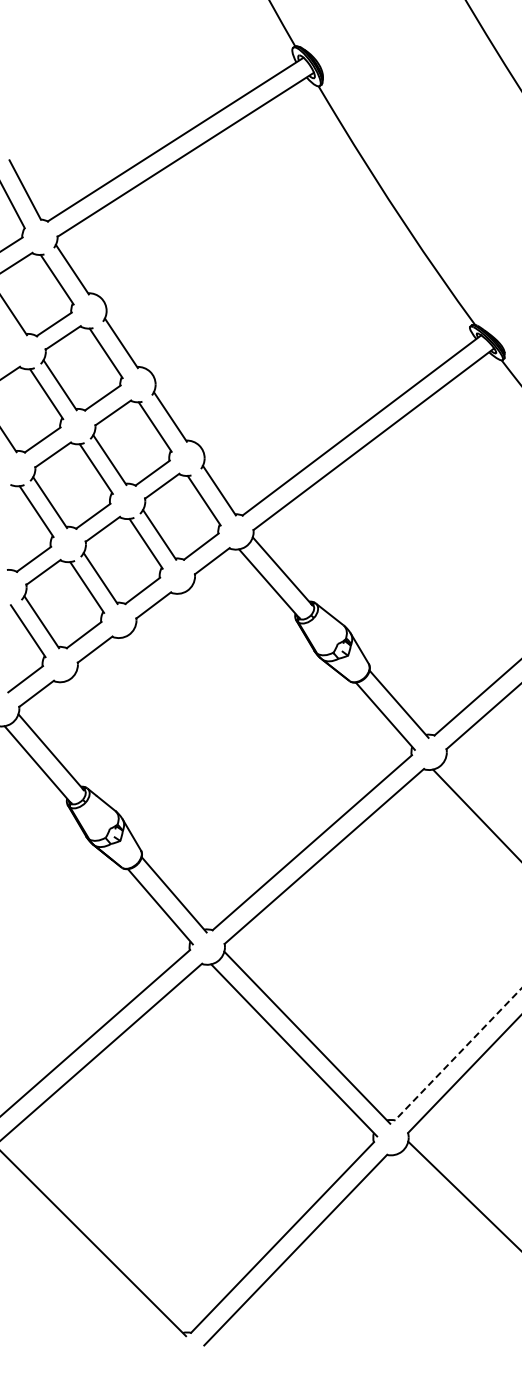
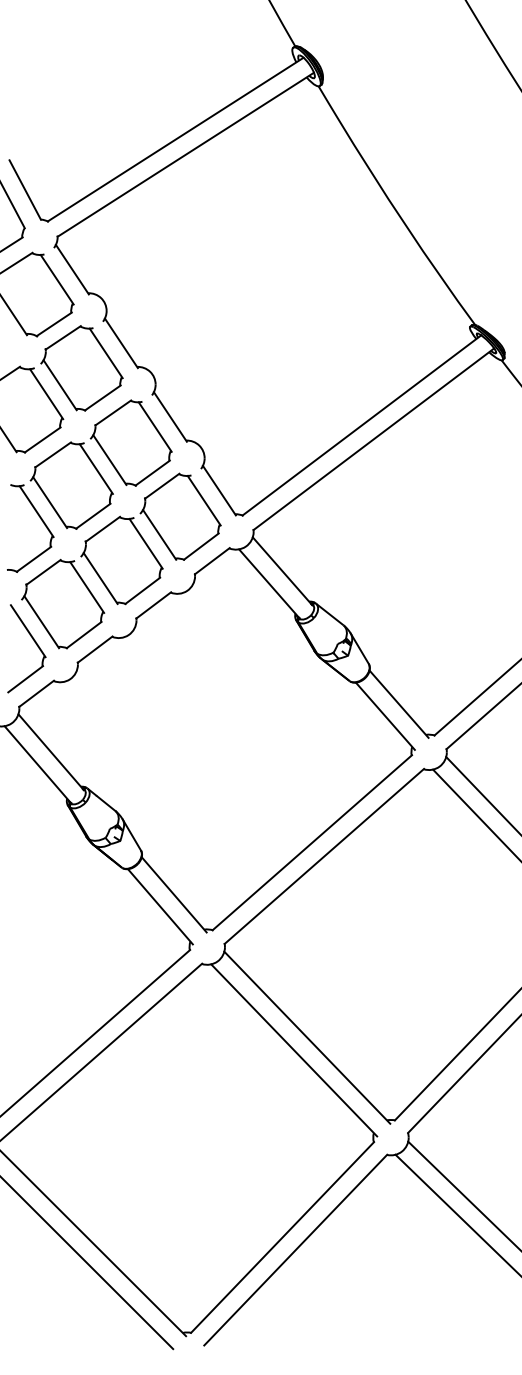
line at (482, 794): none -> present
line at (458, 1054): dashed -> solid
line at (456, 1214): none -> present
line at (87, 1263): none -> present
